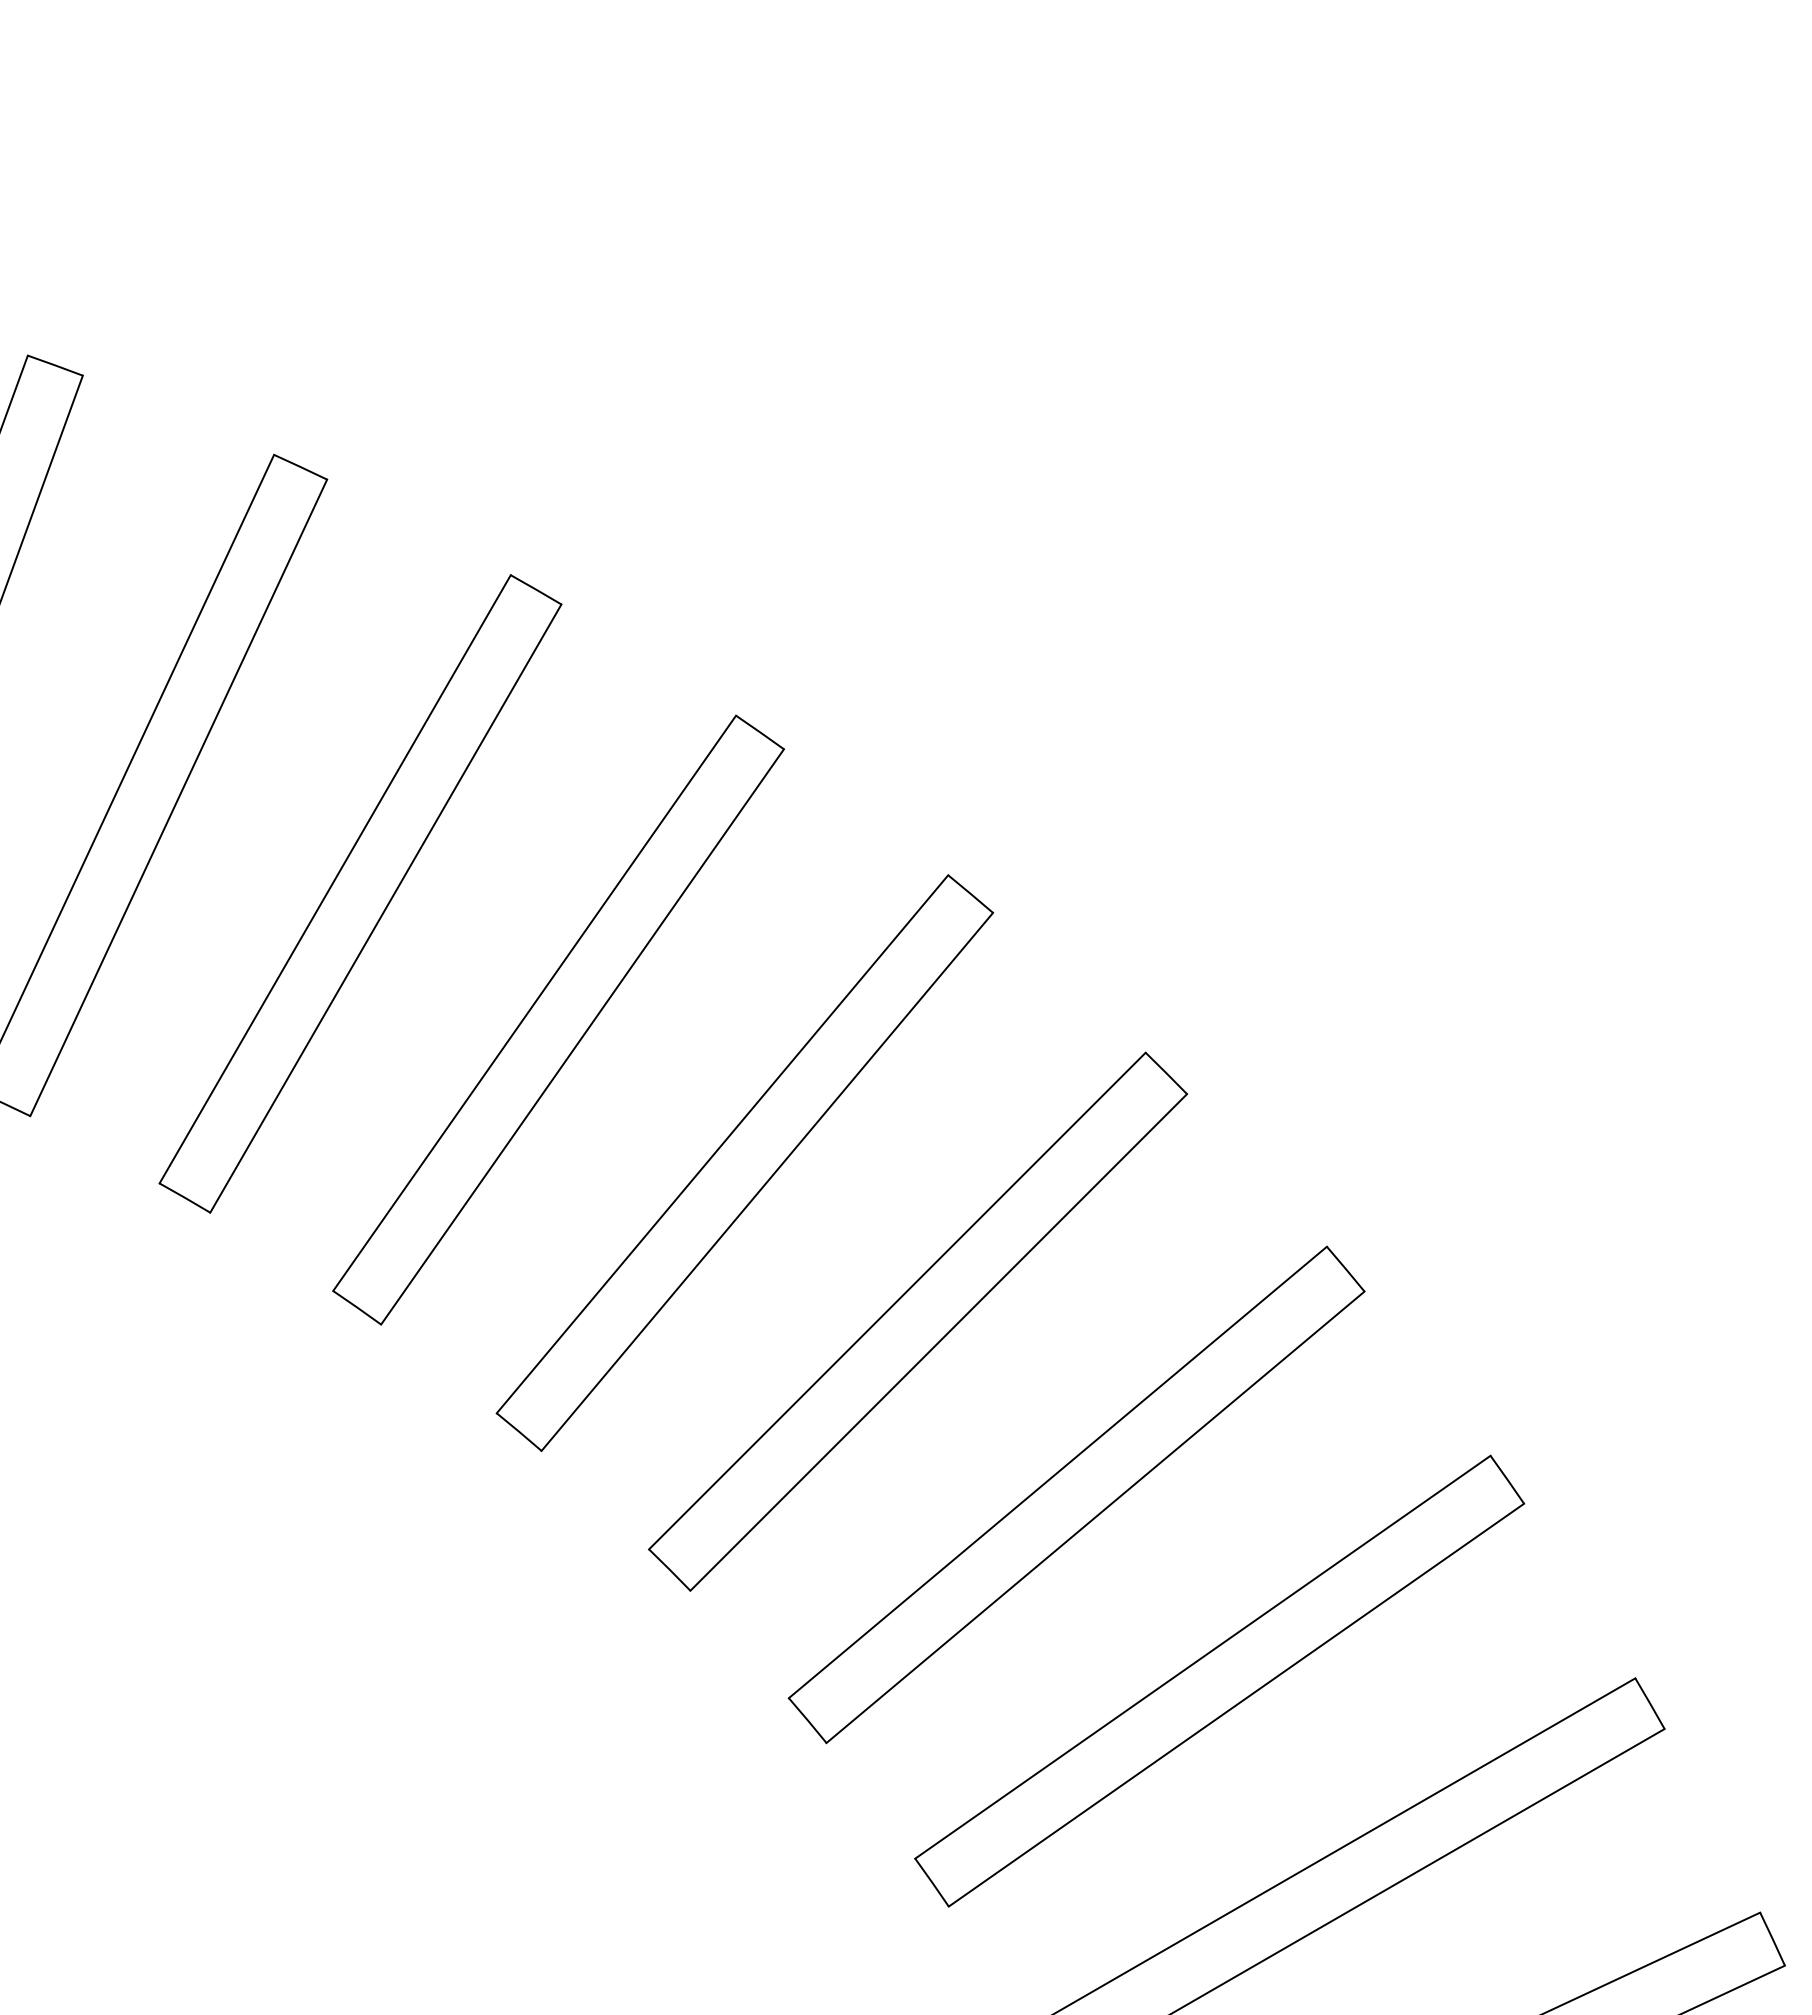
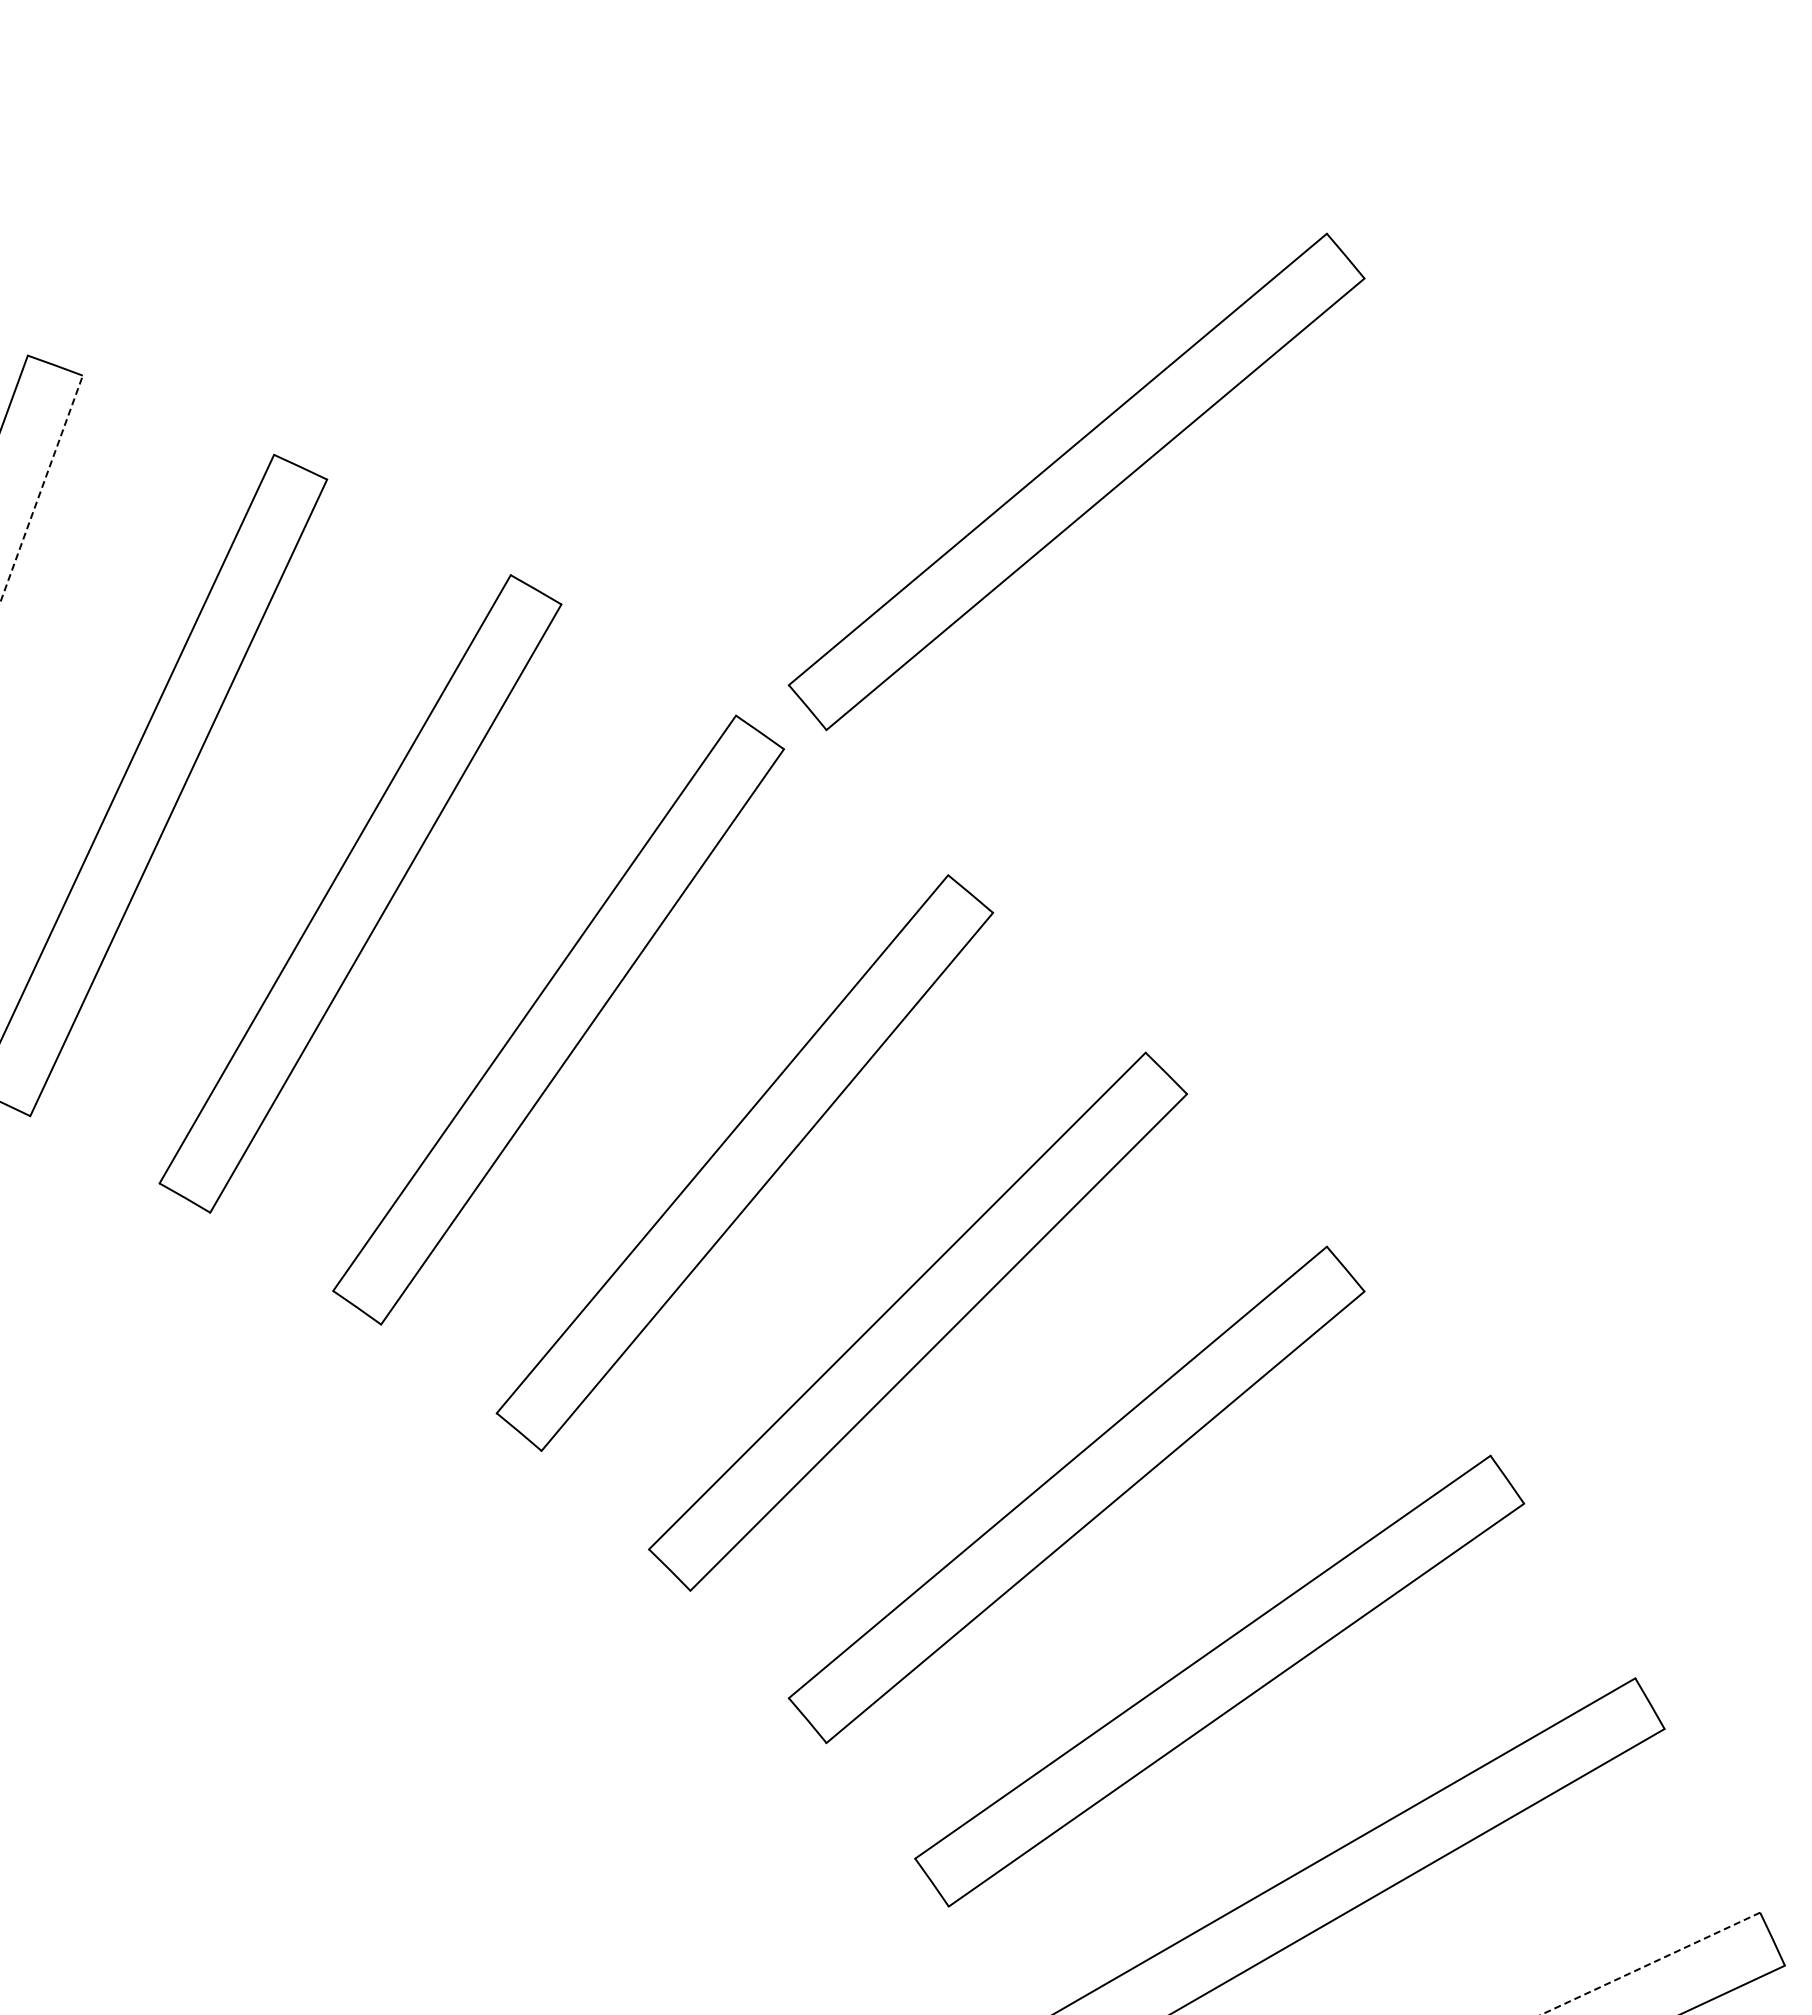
part at (1076, 481): none -> present
line at (41, 489): solid -> dashed
line at (1650, 1963): solid -> dashed
